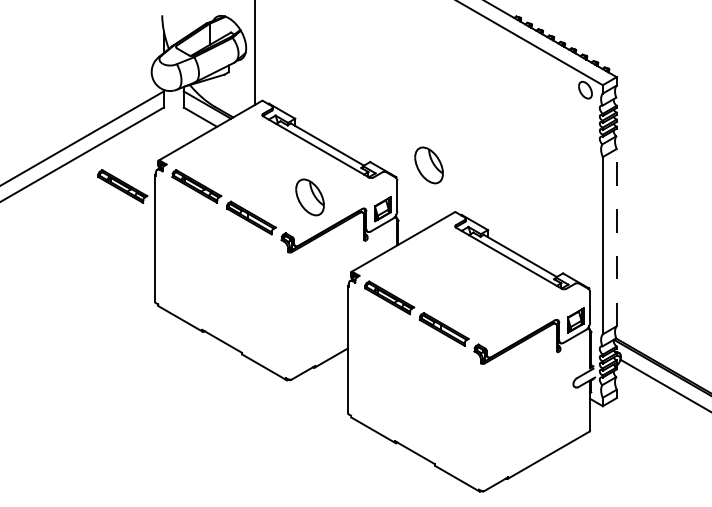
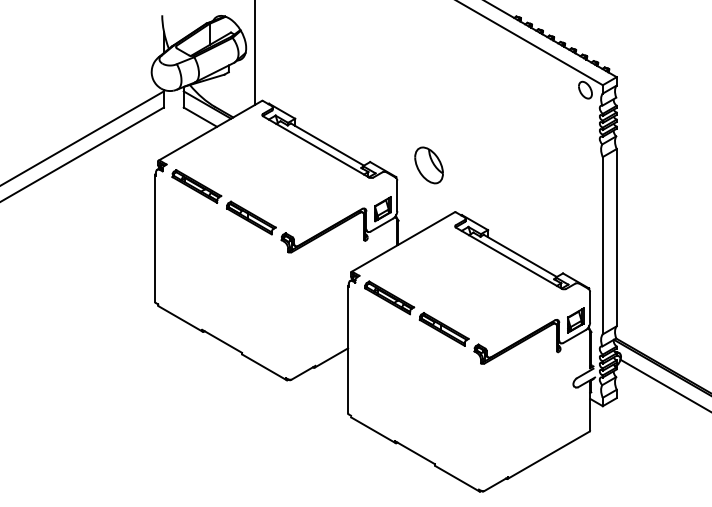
part at (122, 186): present -> none
part at (309, 197): present -> none
line at (616, 237): dashed -> solid
